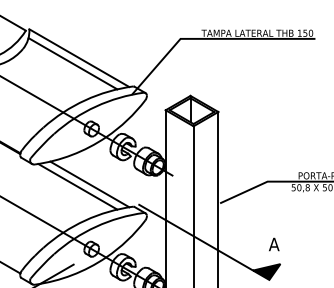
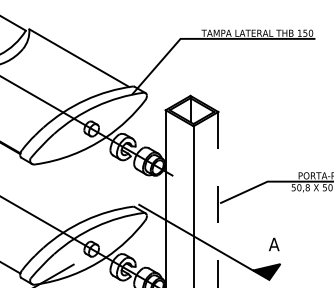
line at (72, 63): present -> none
line at (89, 184): present -> none
line at (77, 186): present -> none
line at (218, 199): solid -> dashed
